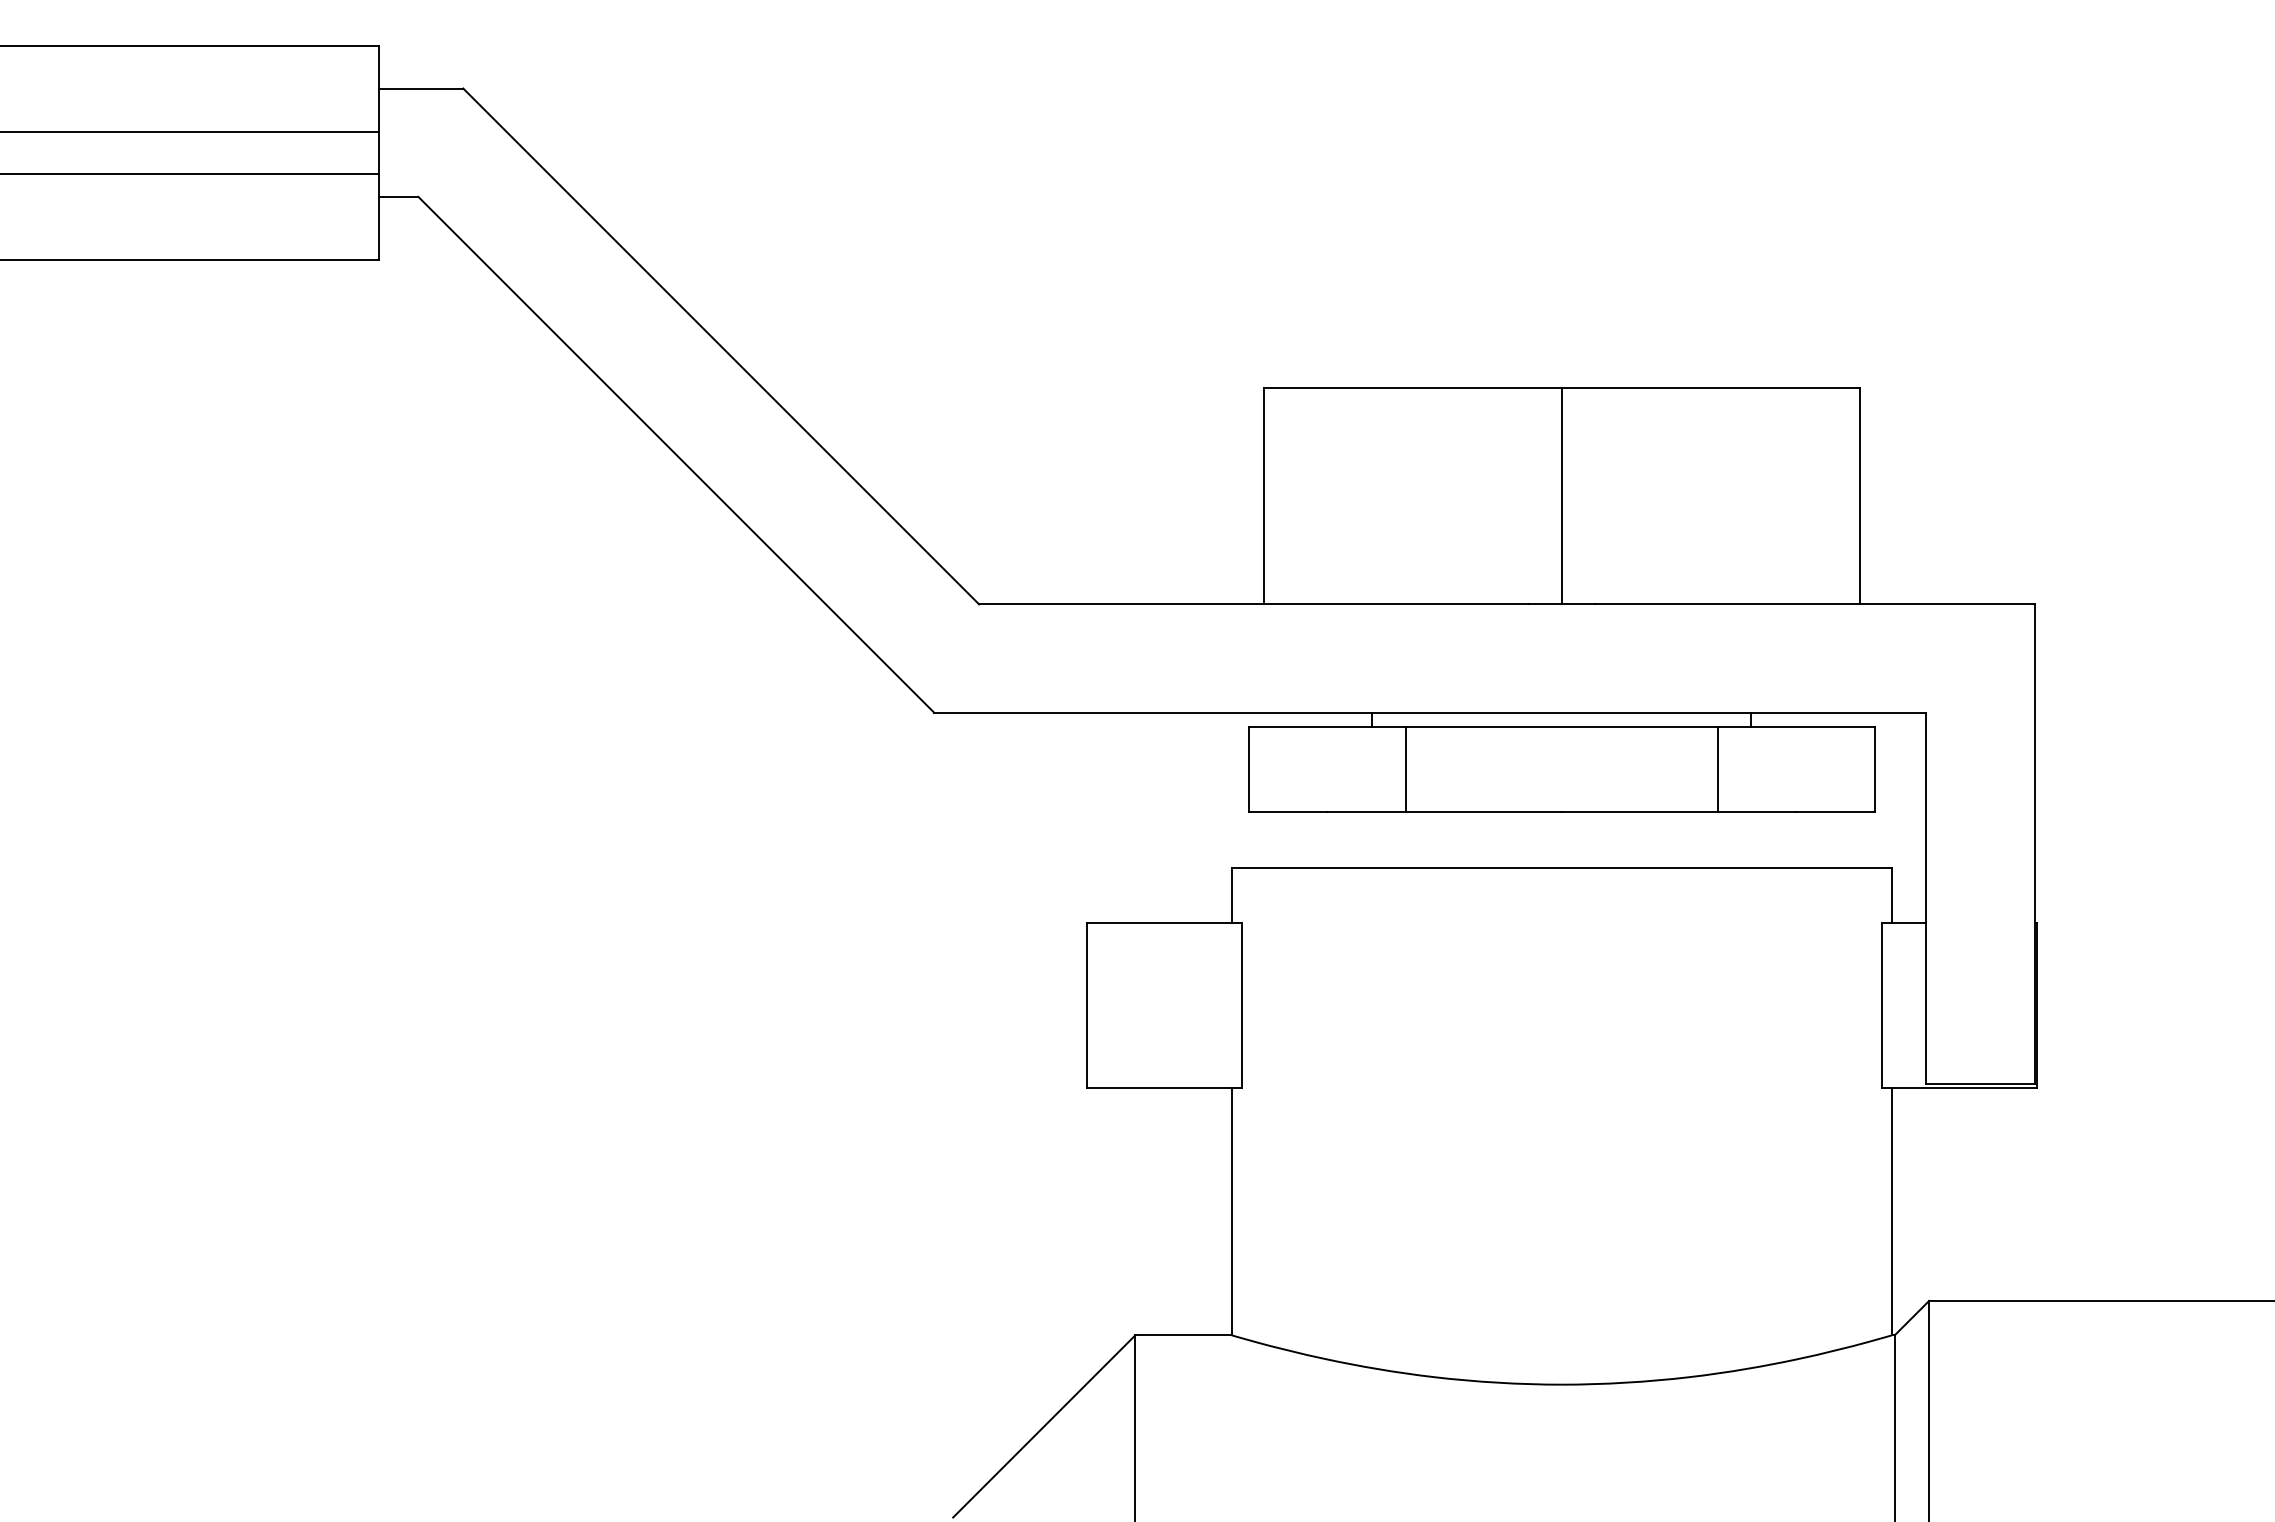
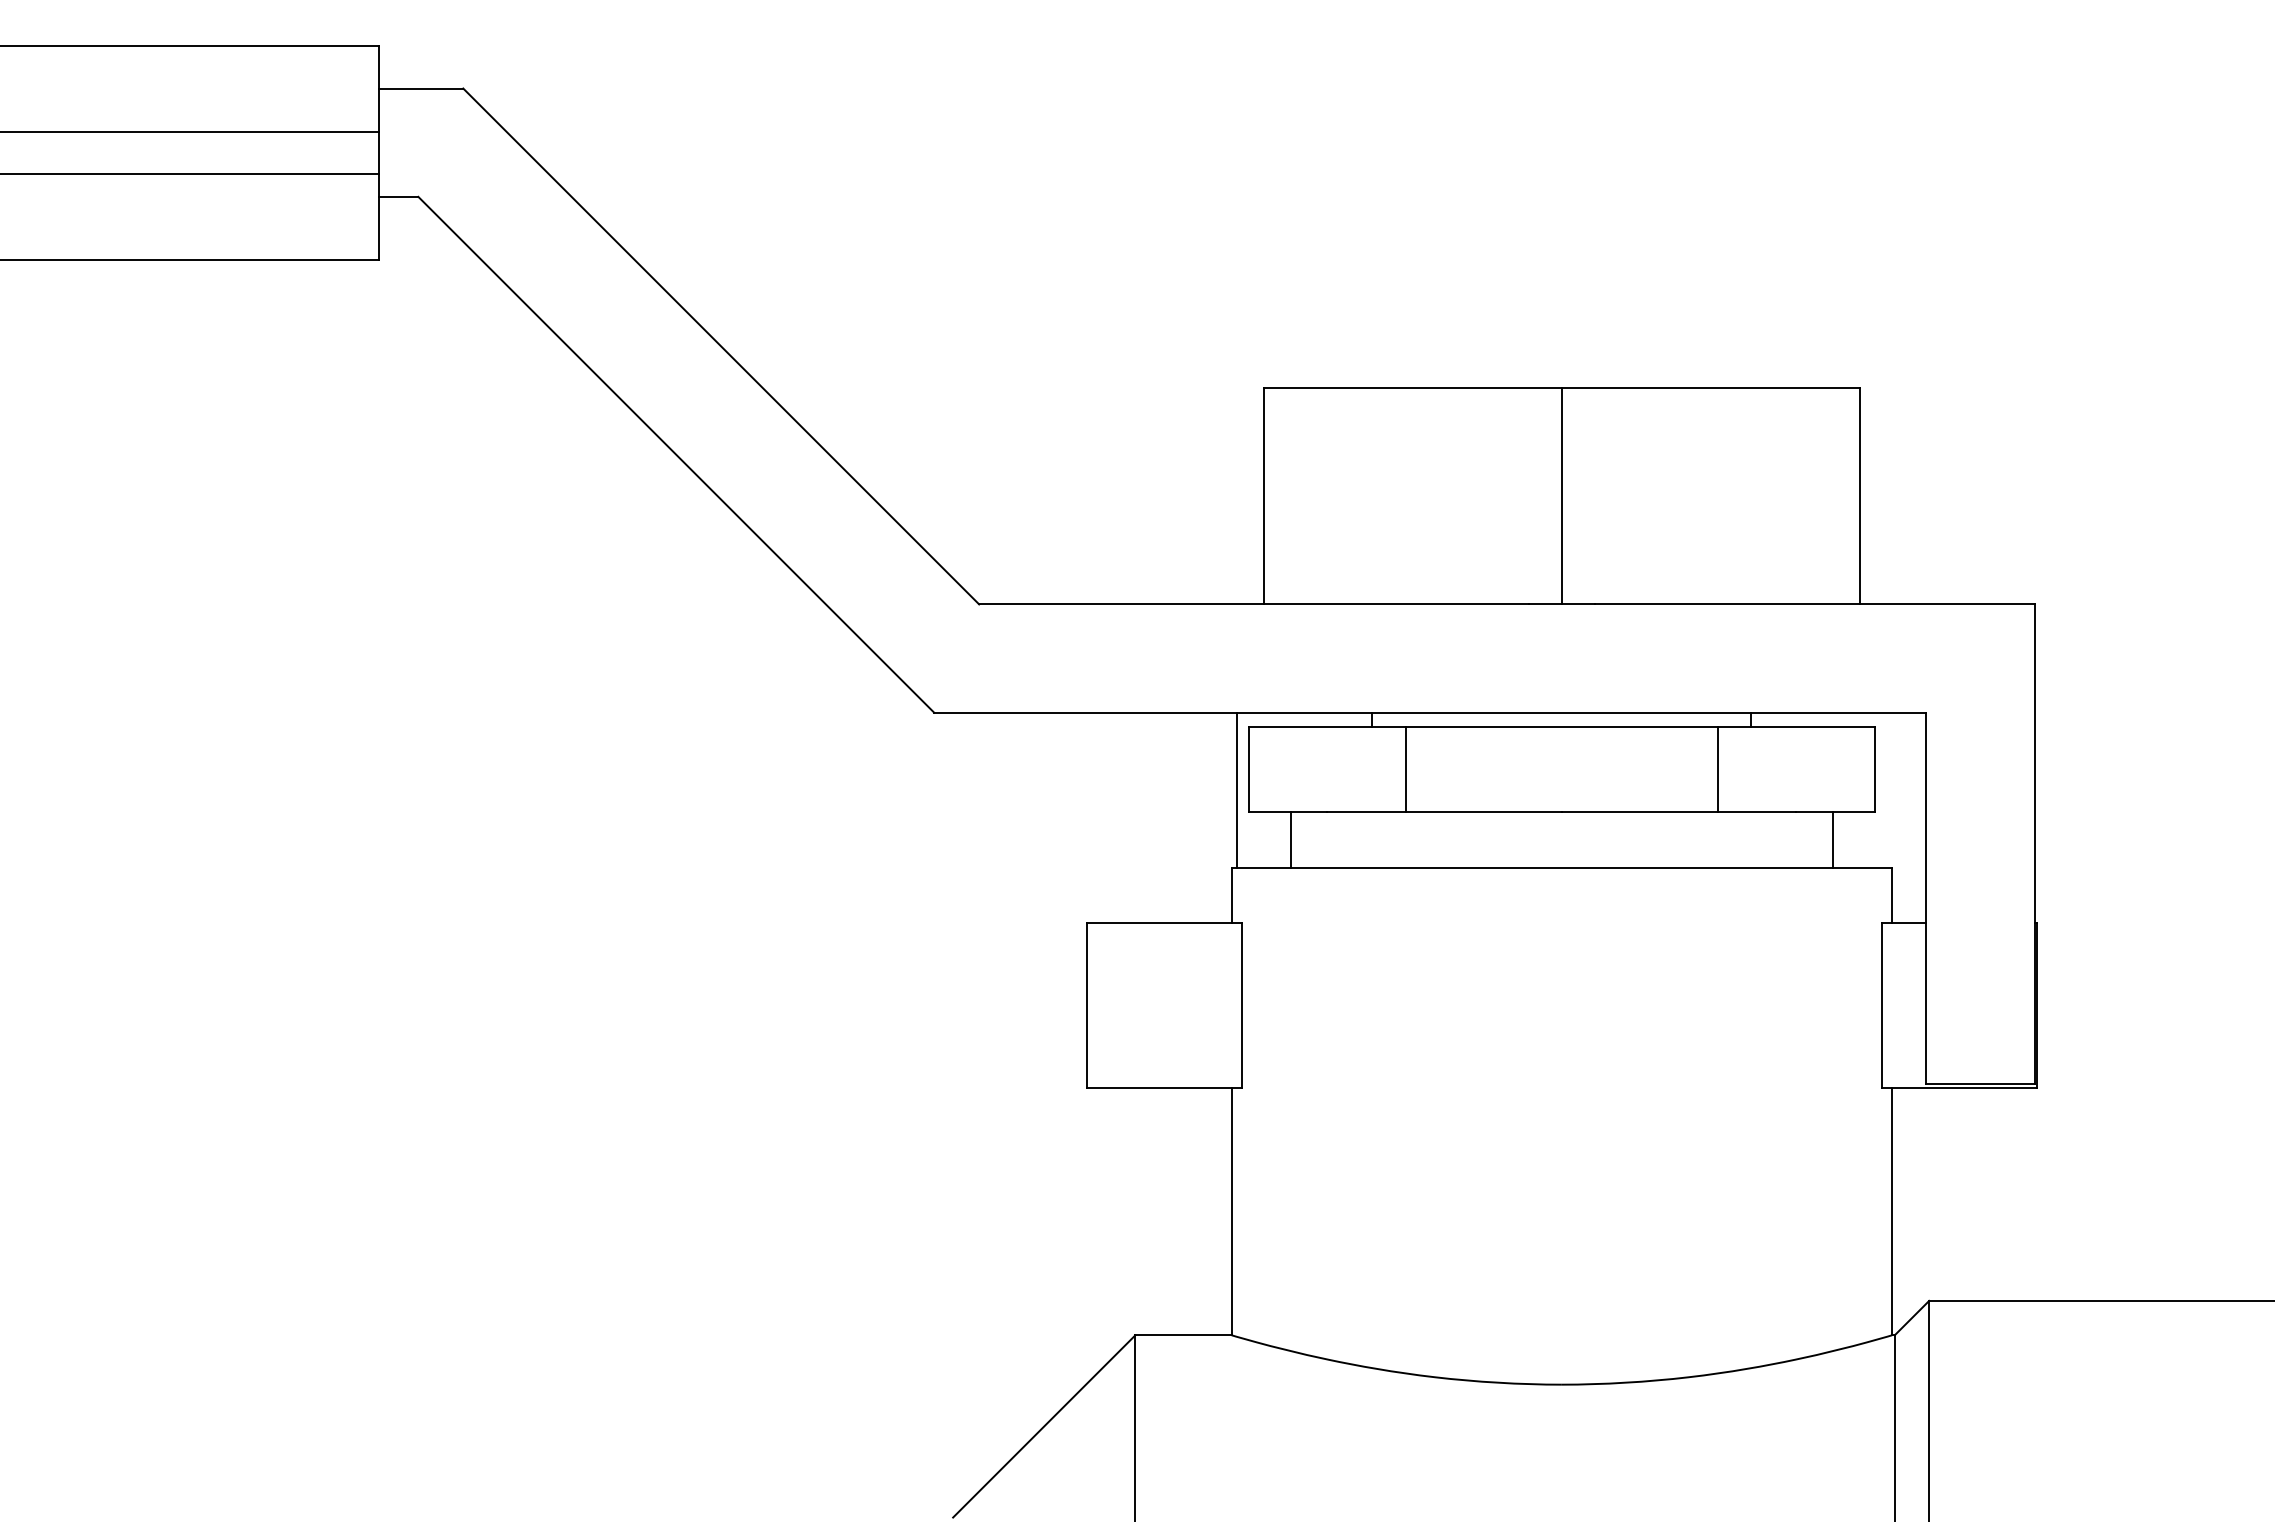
line at (1237, 789): none -> present
line at (1291, 839): none -> present
line at (1832, 839): none -> present
